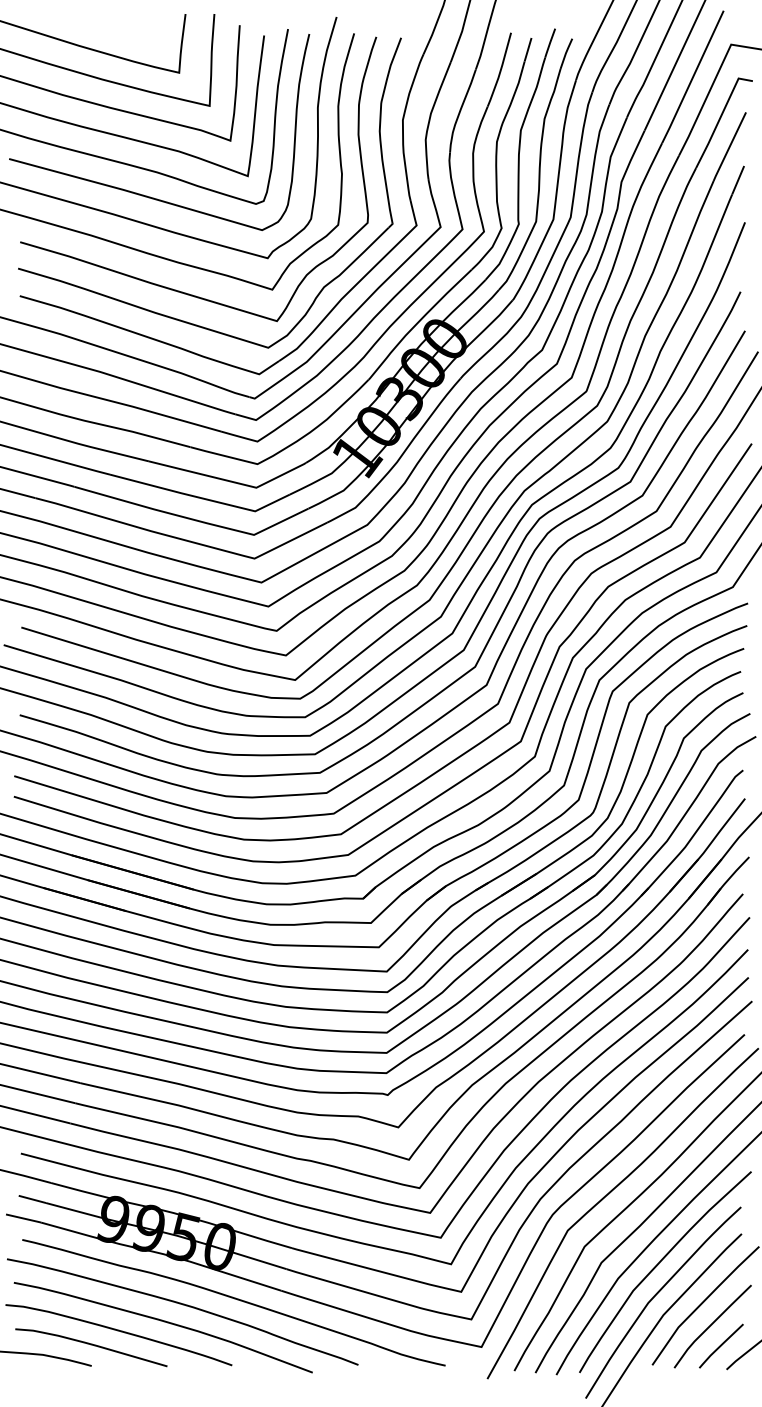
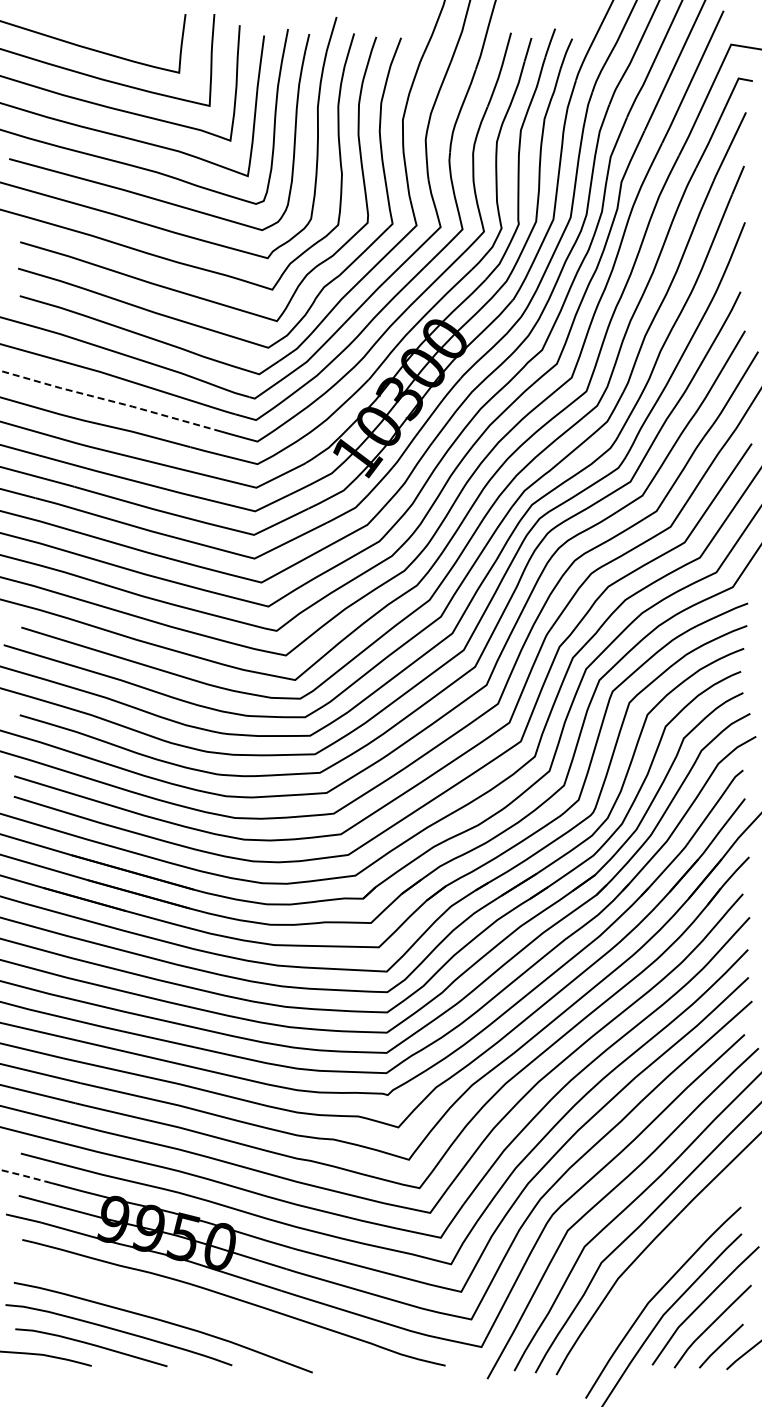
line at (110, 400): solid -> dashed
line at (25, 1176): solid -> dashed
curve at (658, 1265): present -> none
curve at (182, 1305): present -> none
